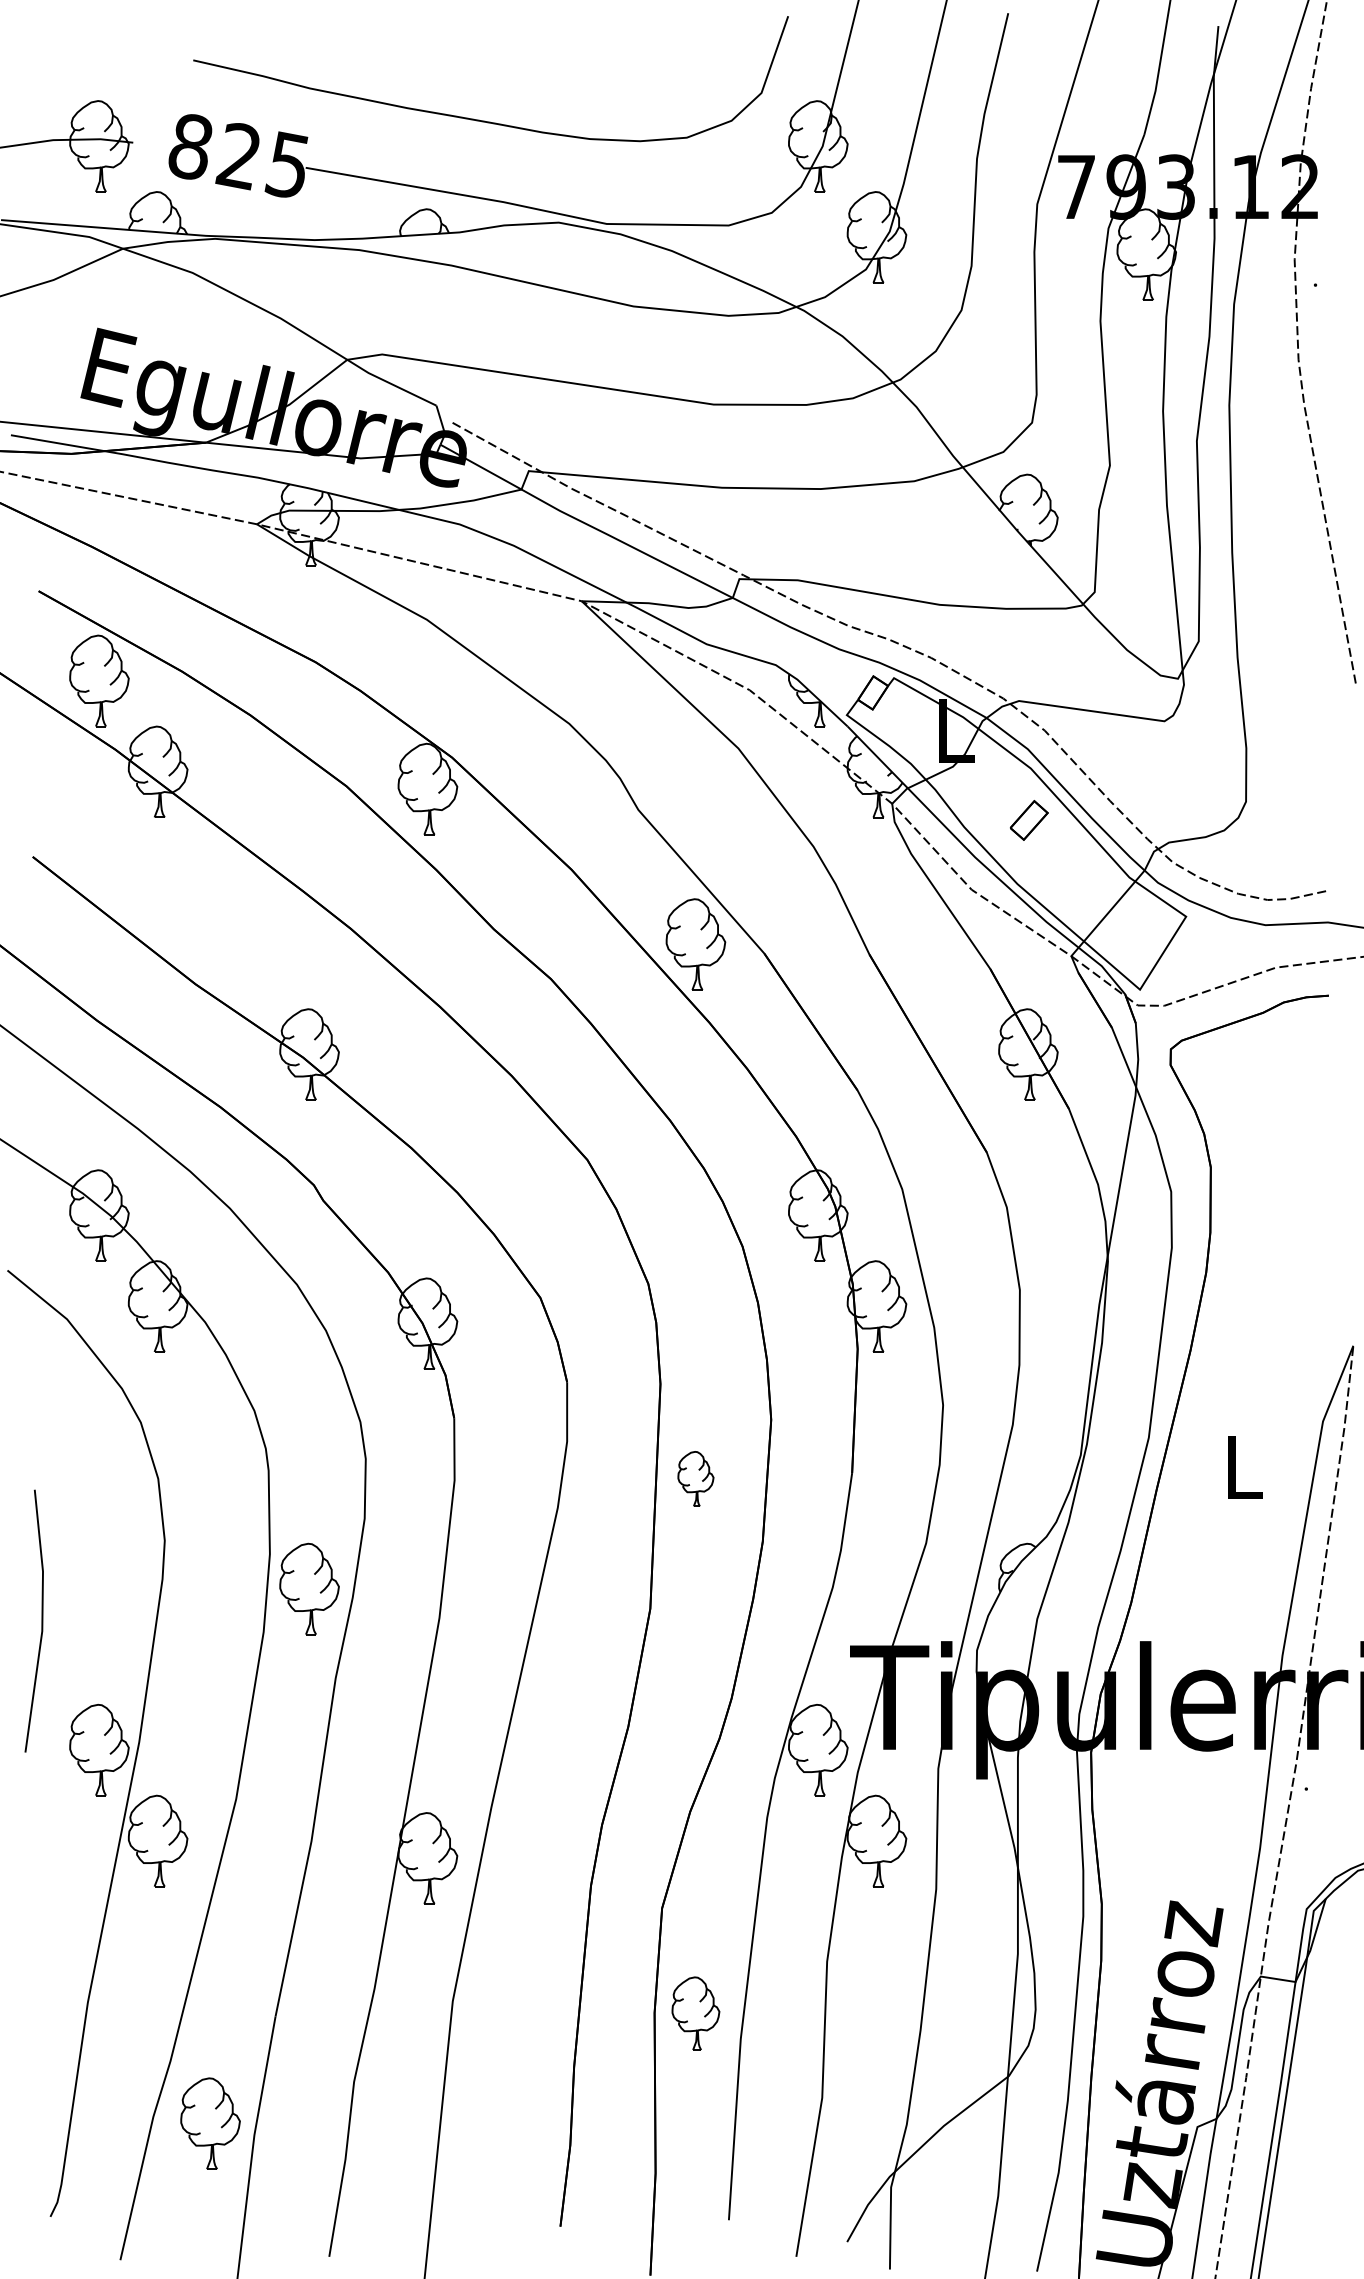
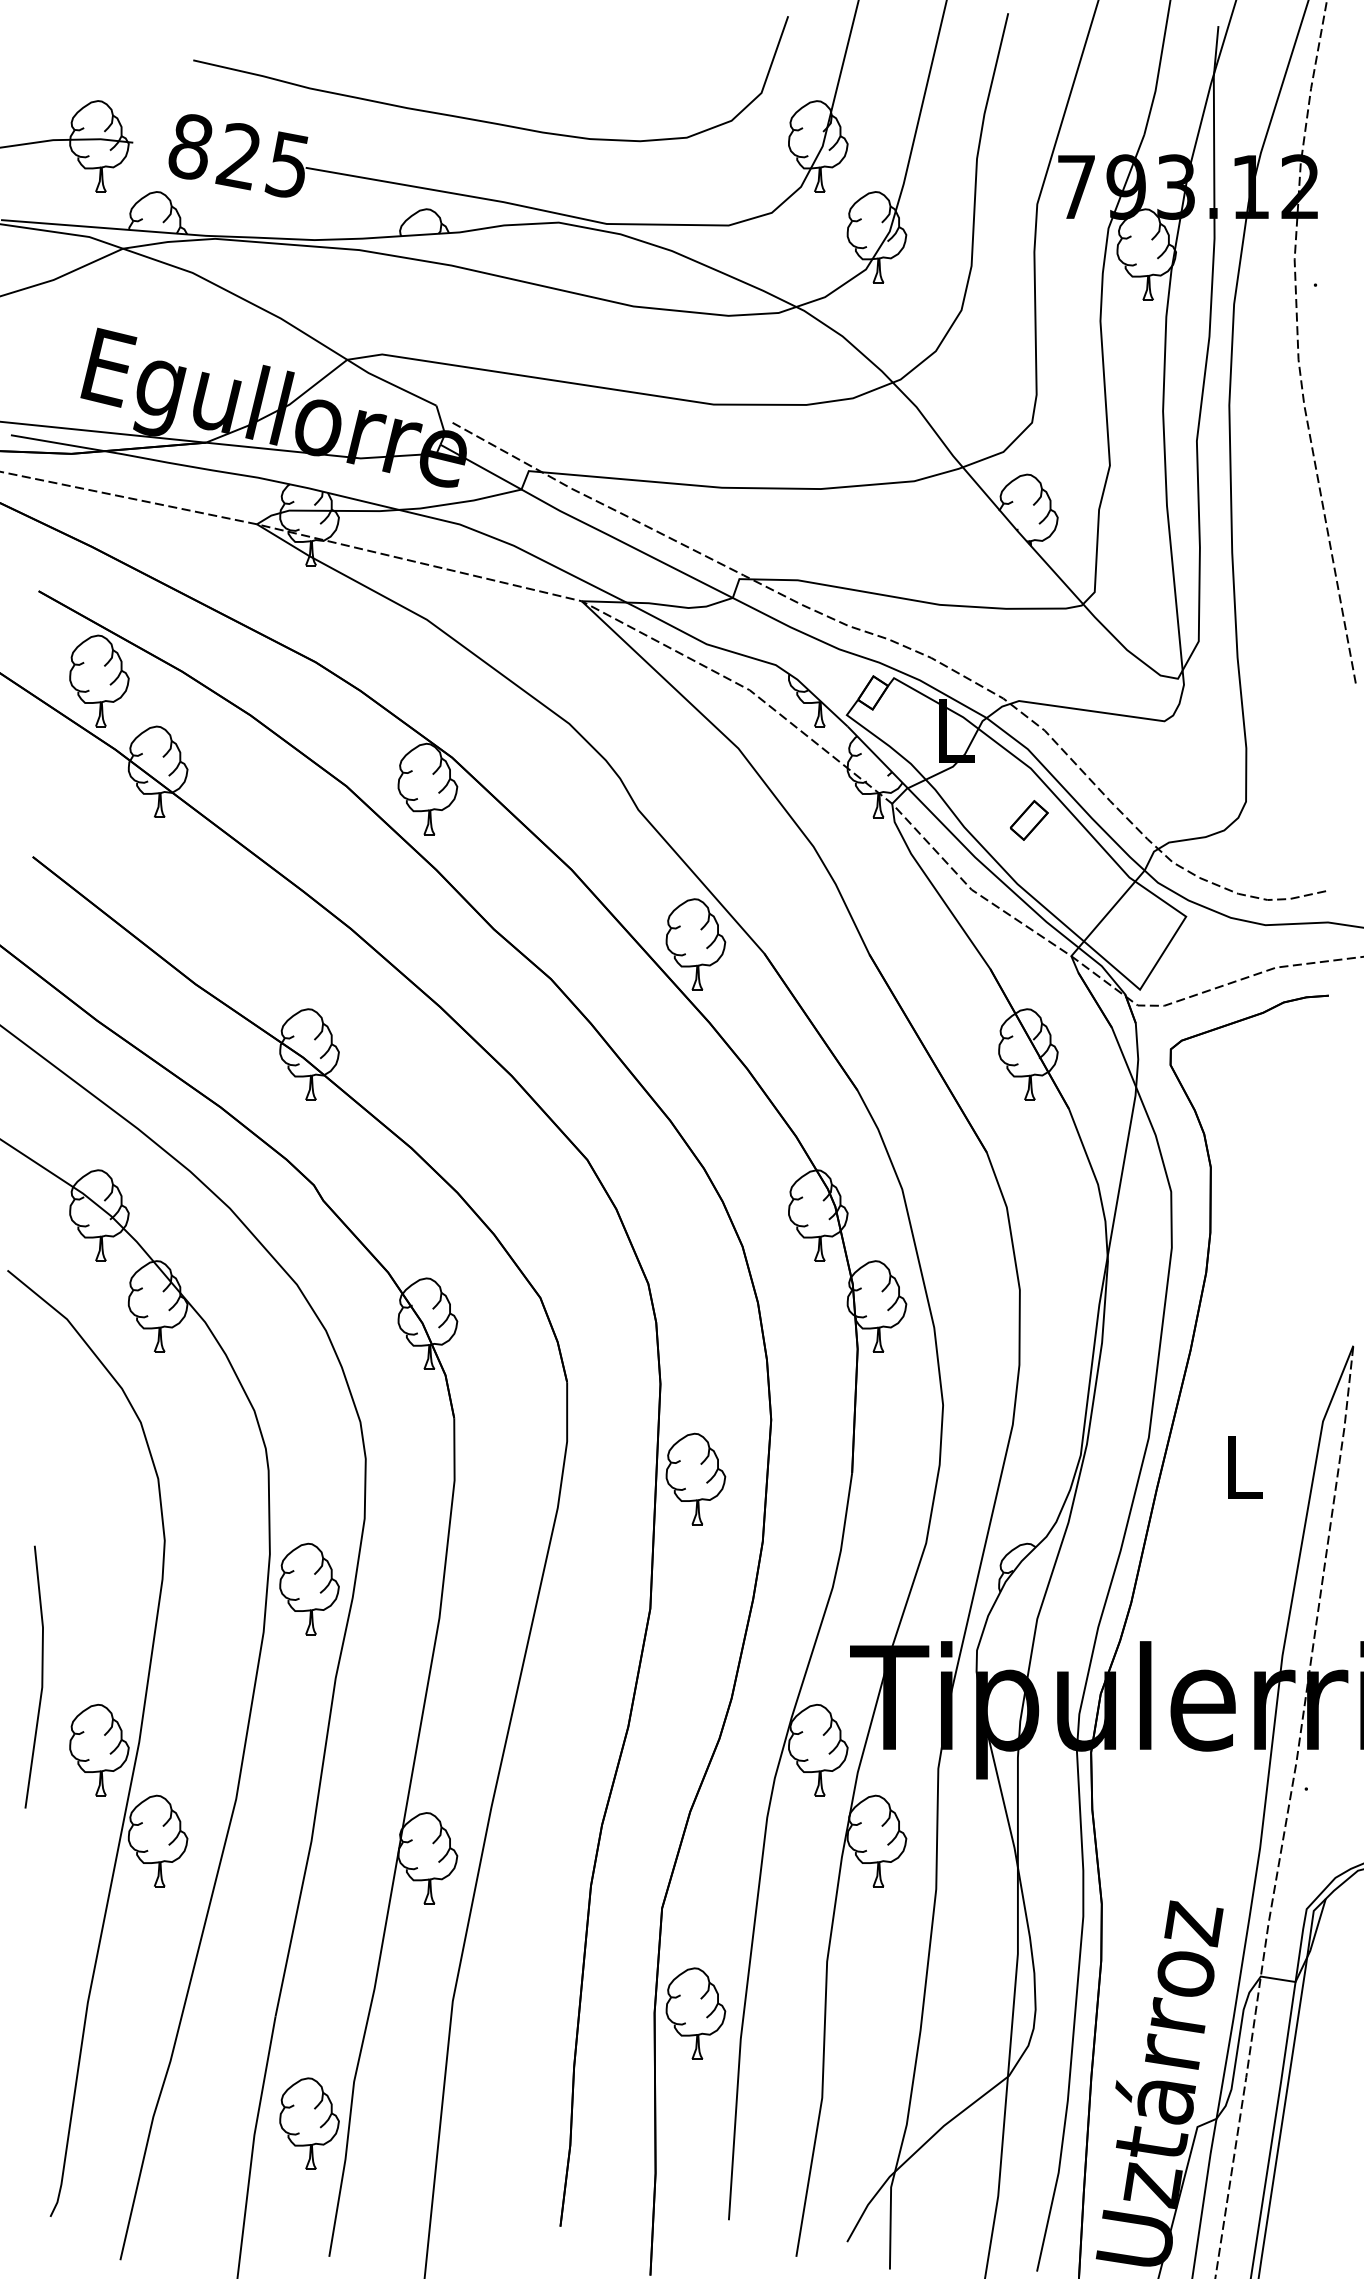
part at (695, 1478) size: 38x56 px -> 62x94 px
line at (41, 1620) position: (41, 1620) -> (41, 1676)
part at (695, 2013) size: 50x75 px -> 62x93 px
part at (210, 2123) position: (210, 2123) -> (309, 2123)
